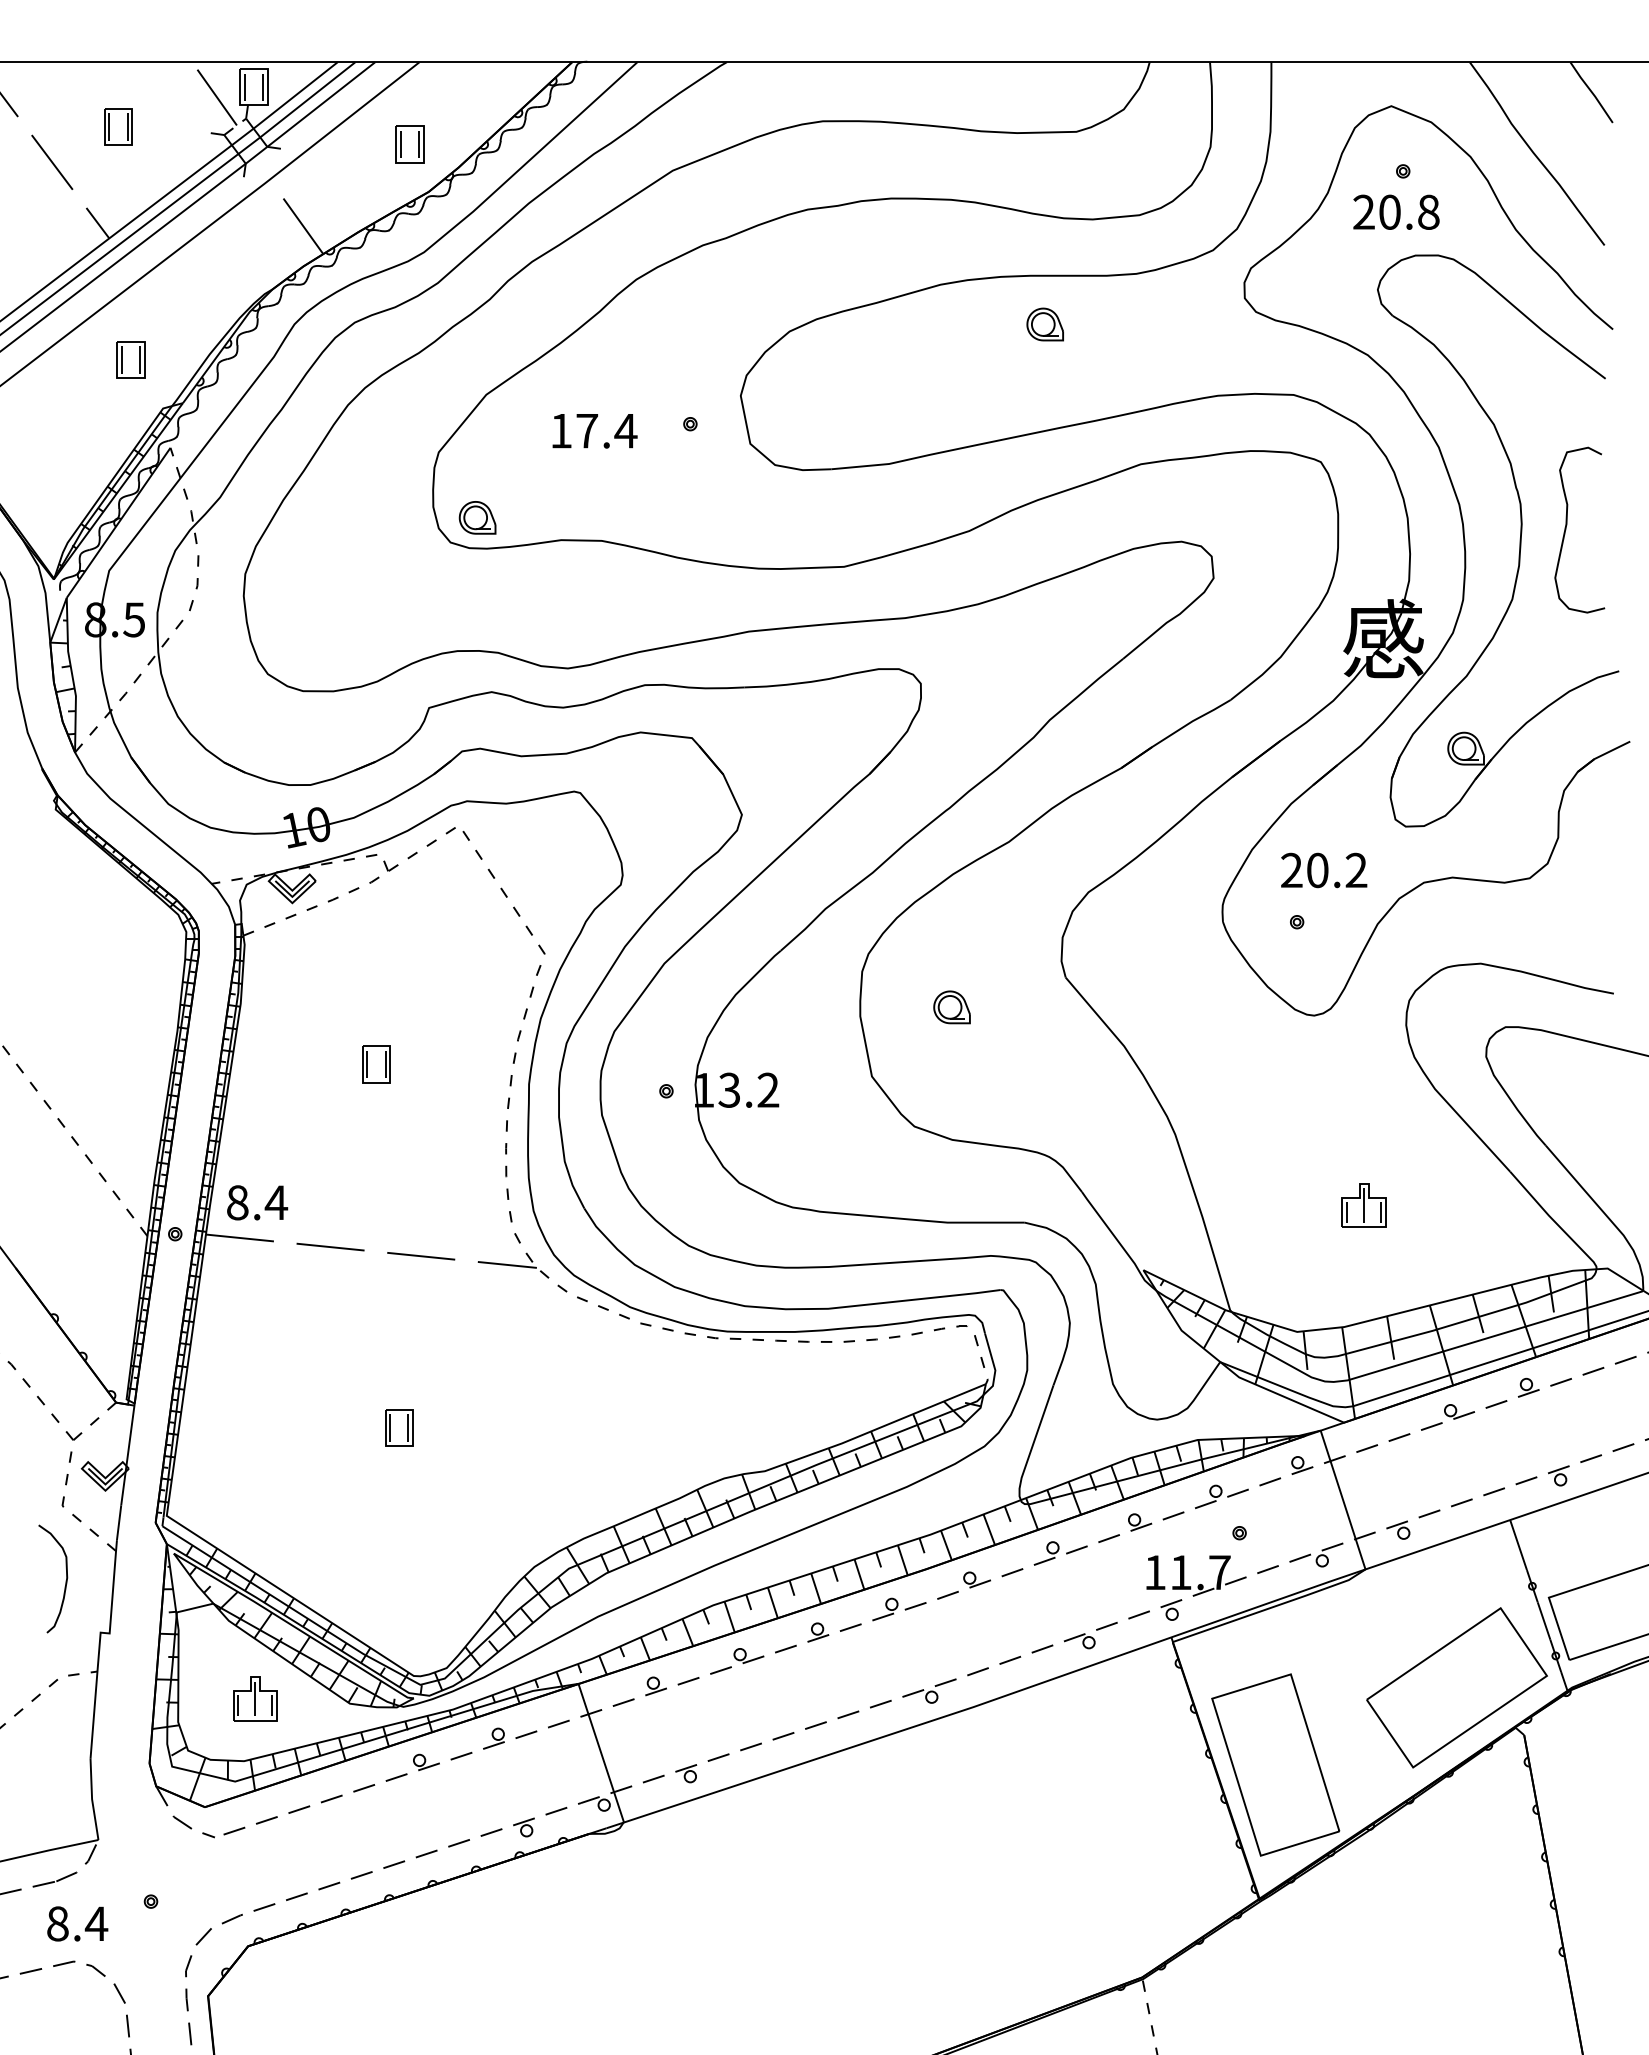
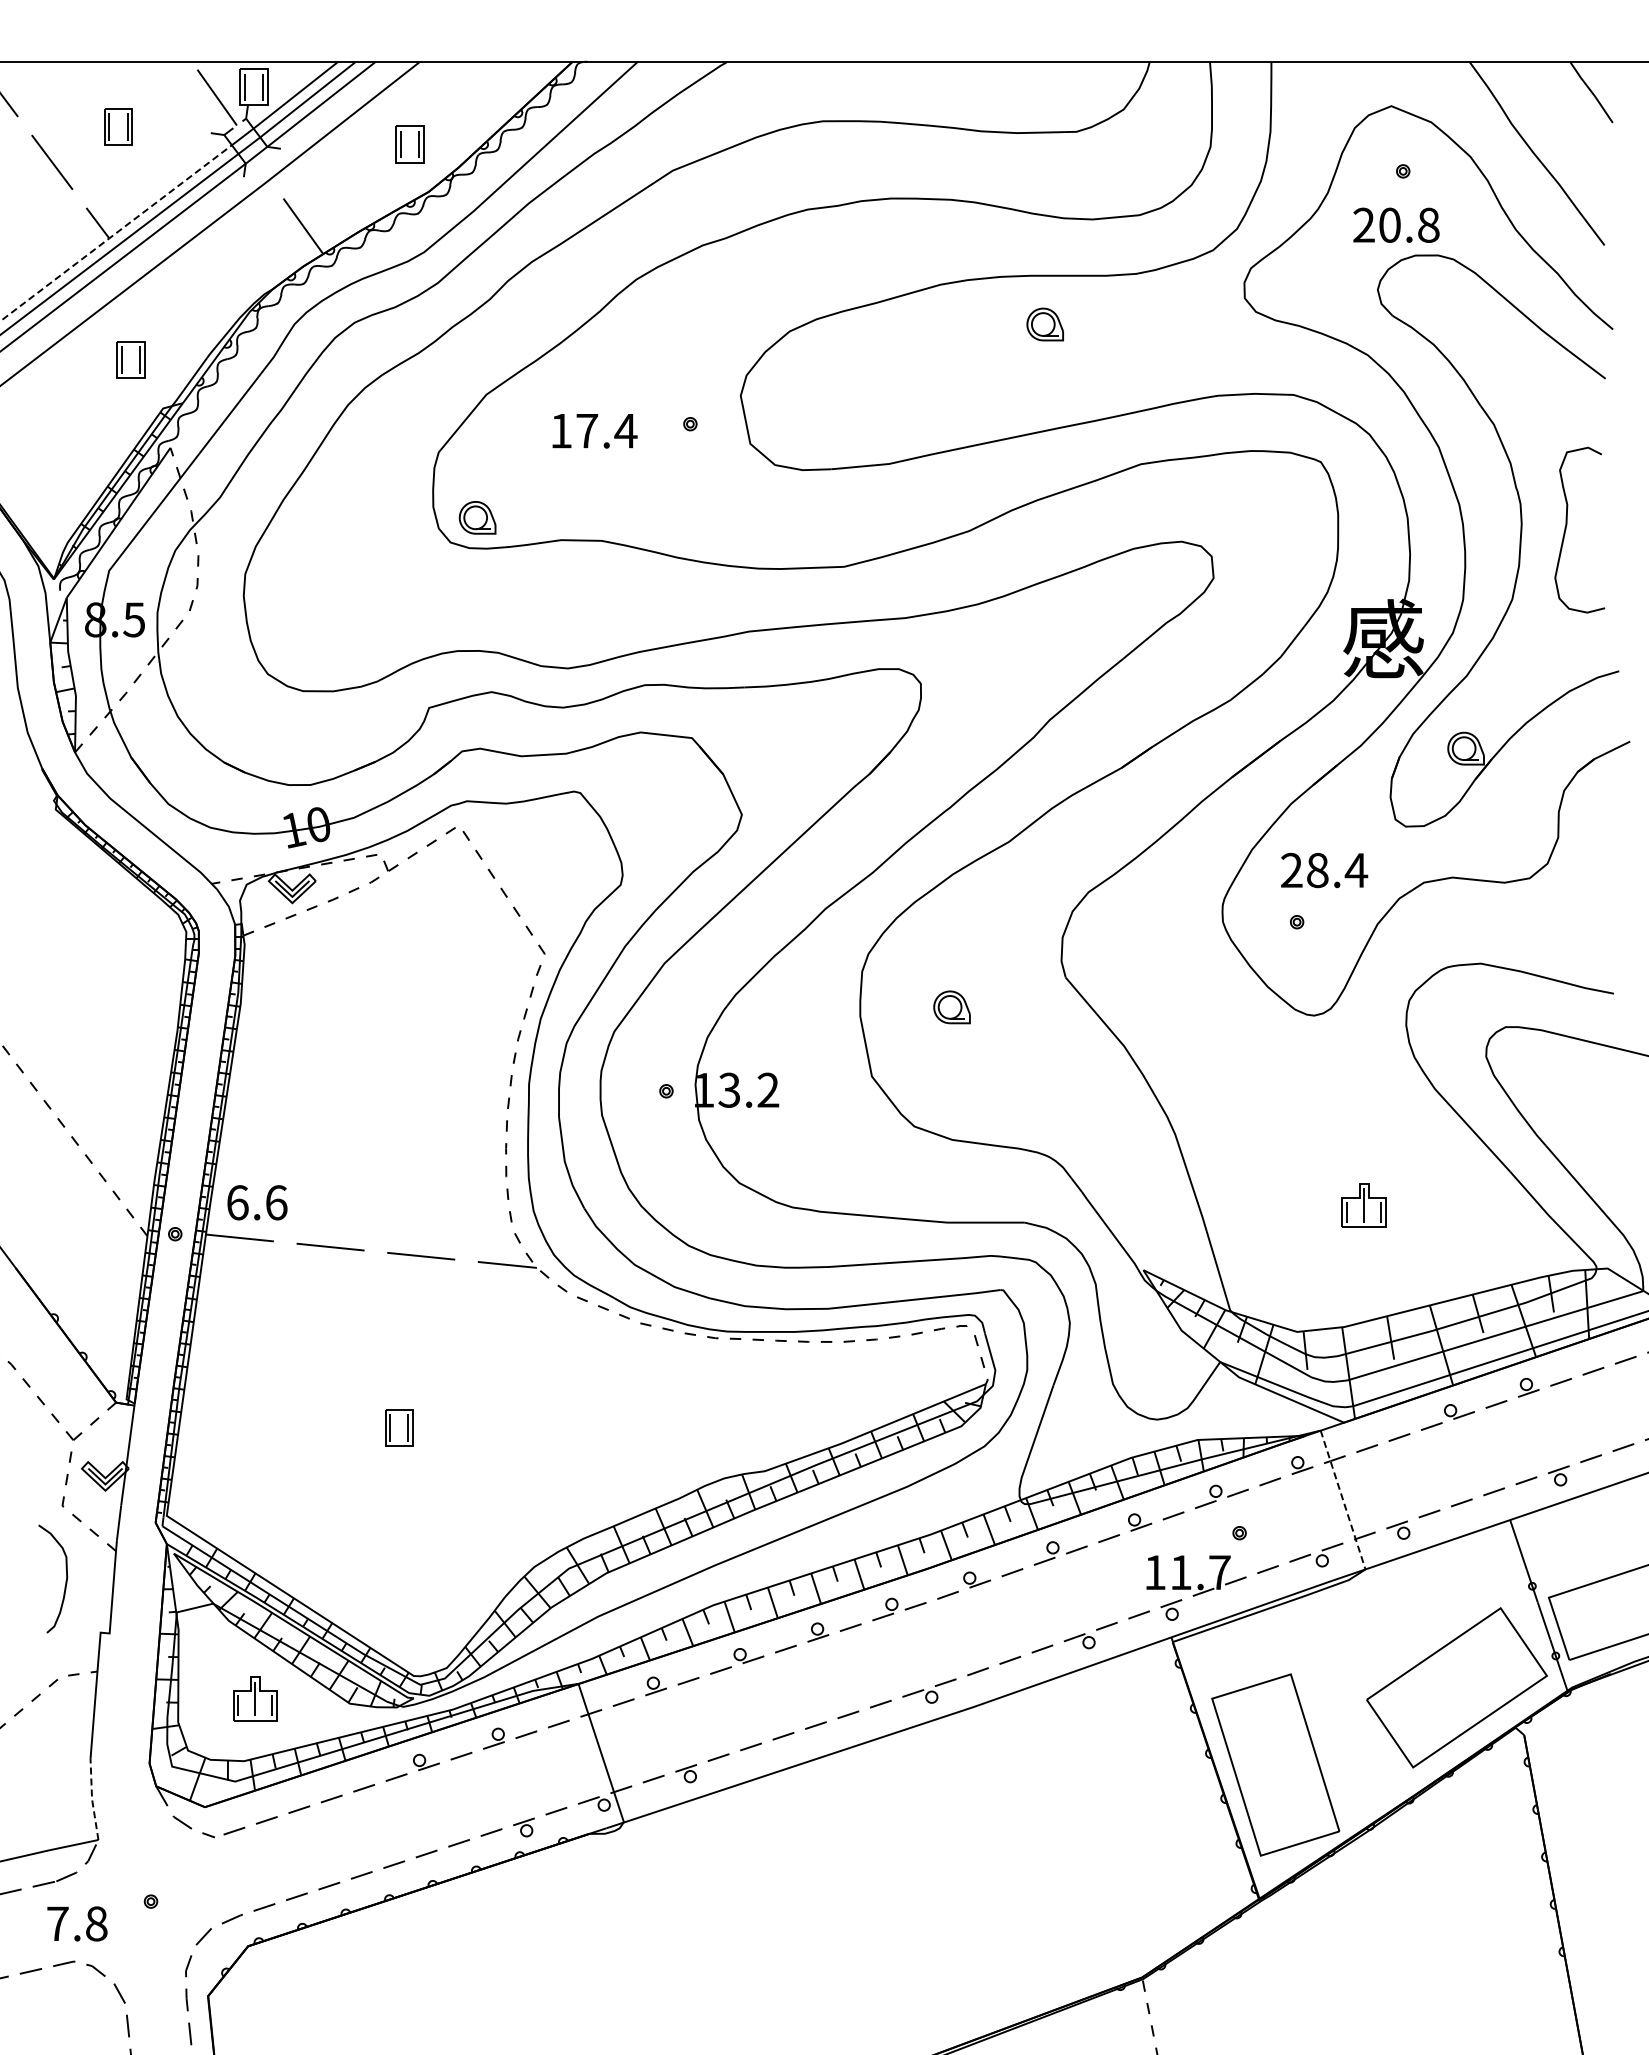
text at (1396, 211) position: (1396, 211) -> (1396, 224)
line at (116, 233): solid -> dashed
text at (1337, 869): 20.2 -> 28.4
part at (376, 1064): present -> none
text at (257, 1202): 8.4 -> 6.6
line at (1342, 1499): solid -> dashed
line at (92, 1799): solid -> dashed
text at (77, 1923): 8.4 -> 7.8
